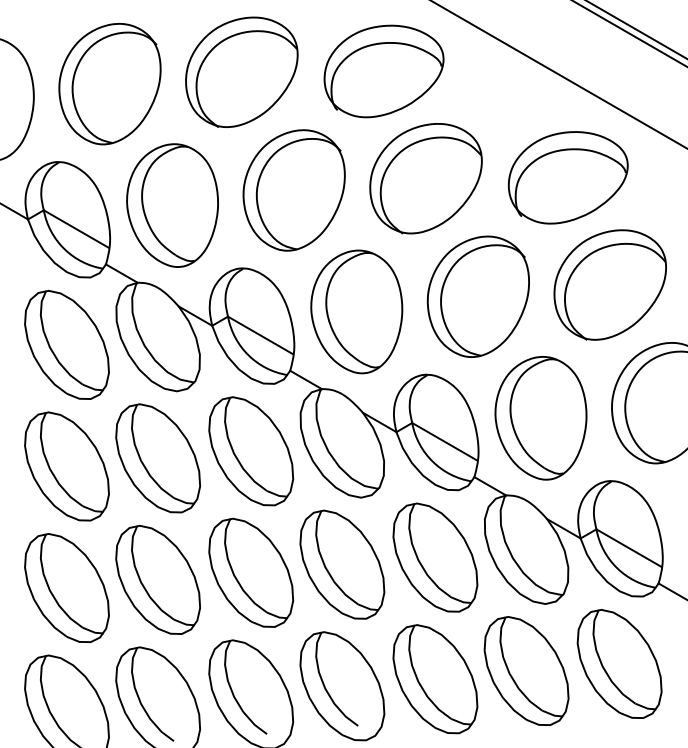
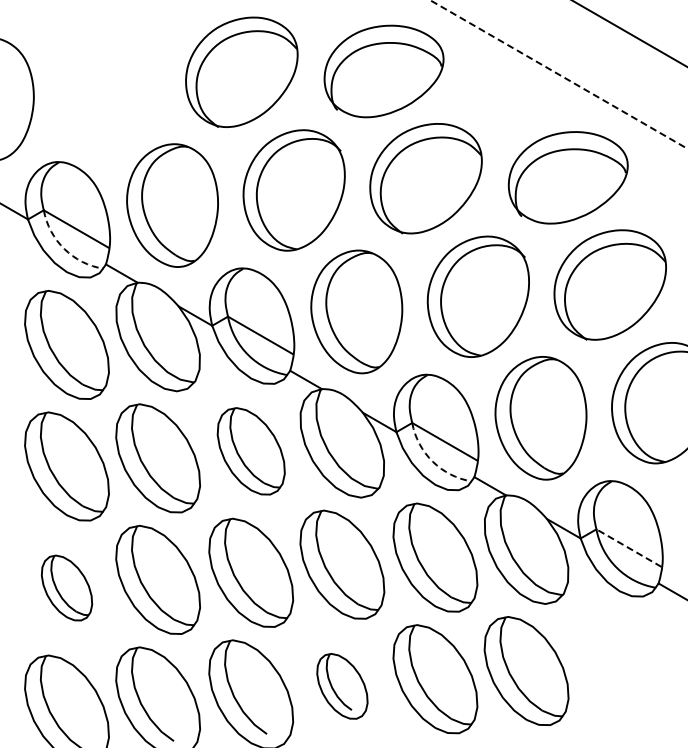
line at (636, 29): present -> none
line at (558, 74): solid -> dashed
part at (109, 84): present -> none
arc at (64, 249): solid -> dashed
part at (251, 451) size: 87x111 px -> 70x89 px
arc at (432, 461): solid -> dashed
line at (628, 548): solid -> dashed
part at (66, 587) size: 86x110 px -> 54x68 px
part at (619, 663): present -> none
part at (342, 686) size: 87x111 px -> 53x67 px
